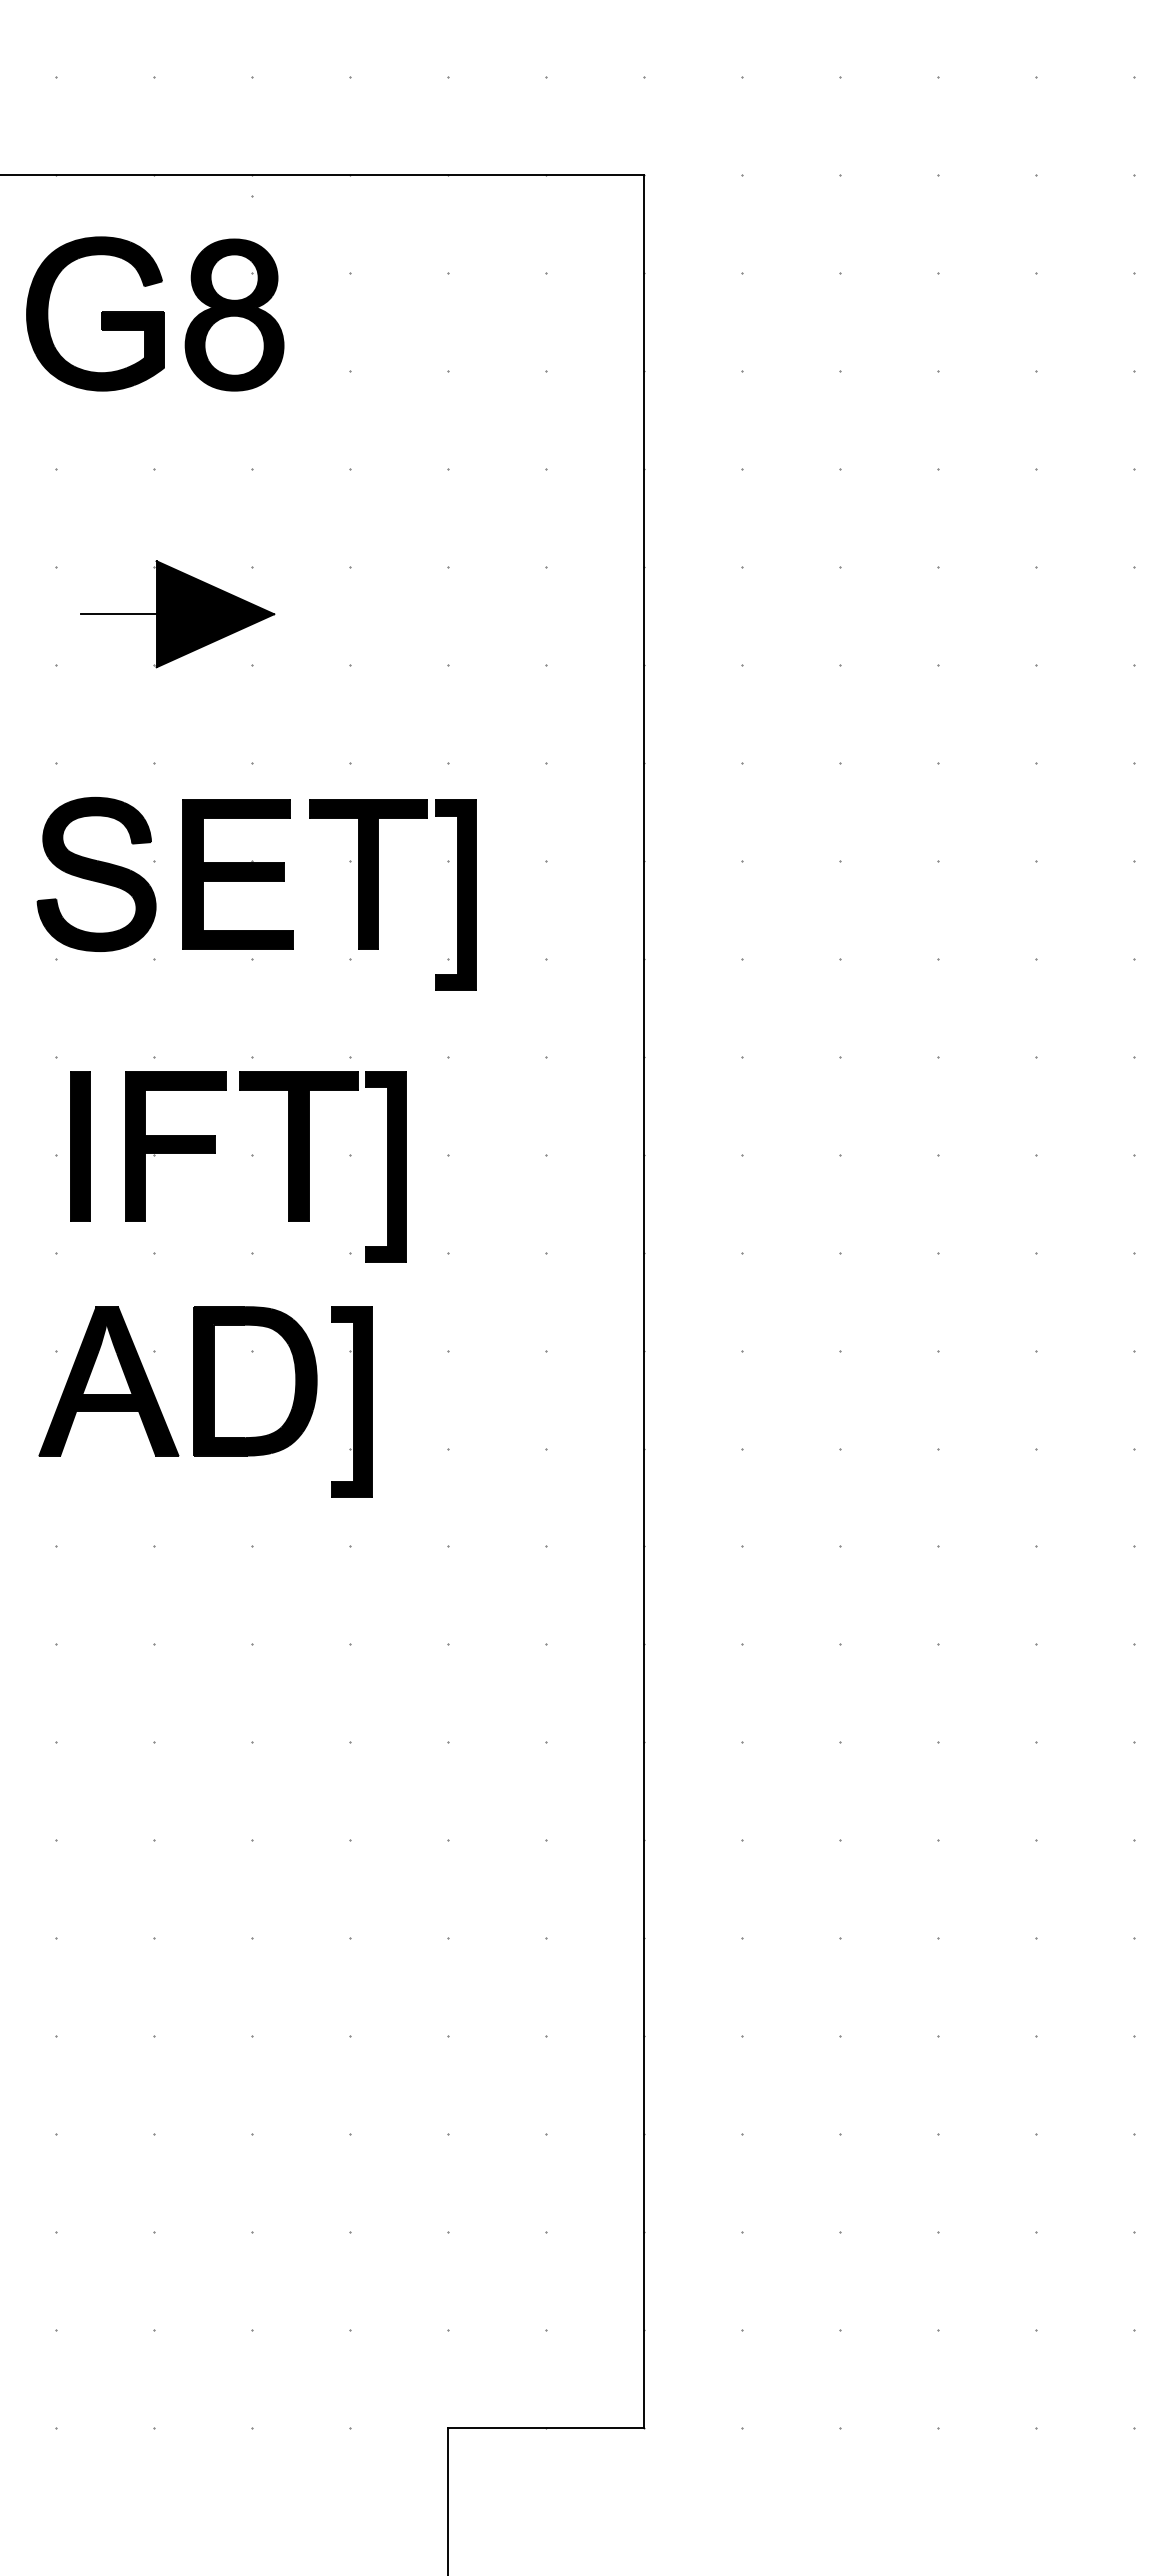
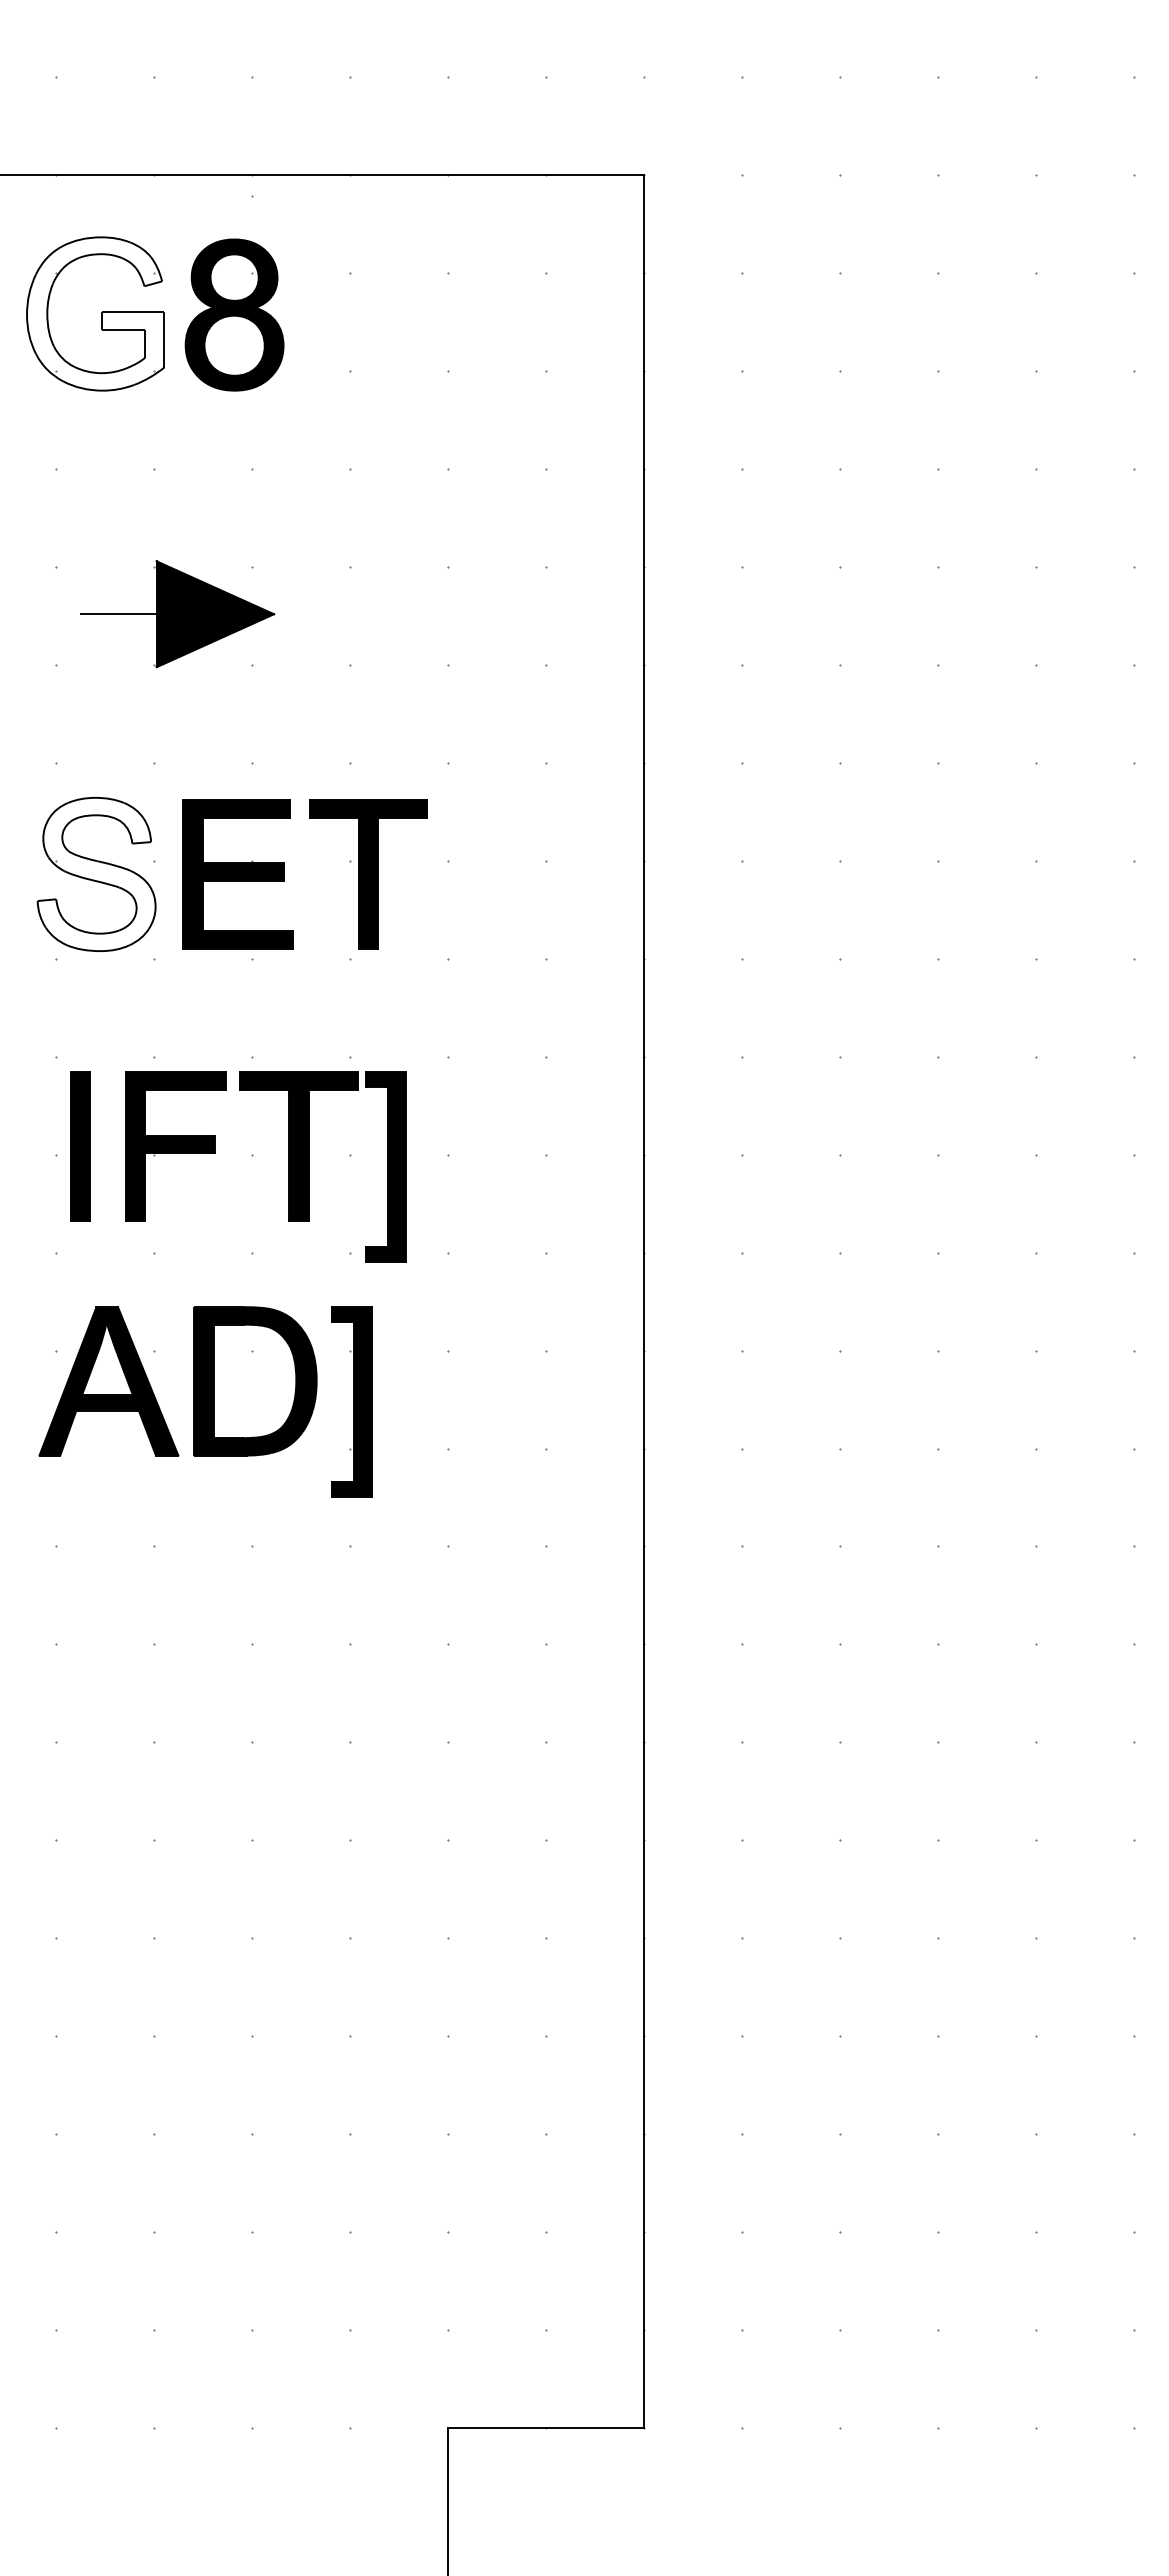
fill at (95, 313): present -> none
fill at (96, 874): present -> none
part at (455, 894): present -> none
